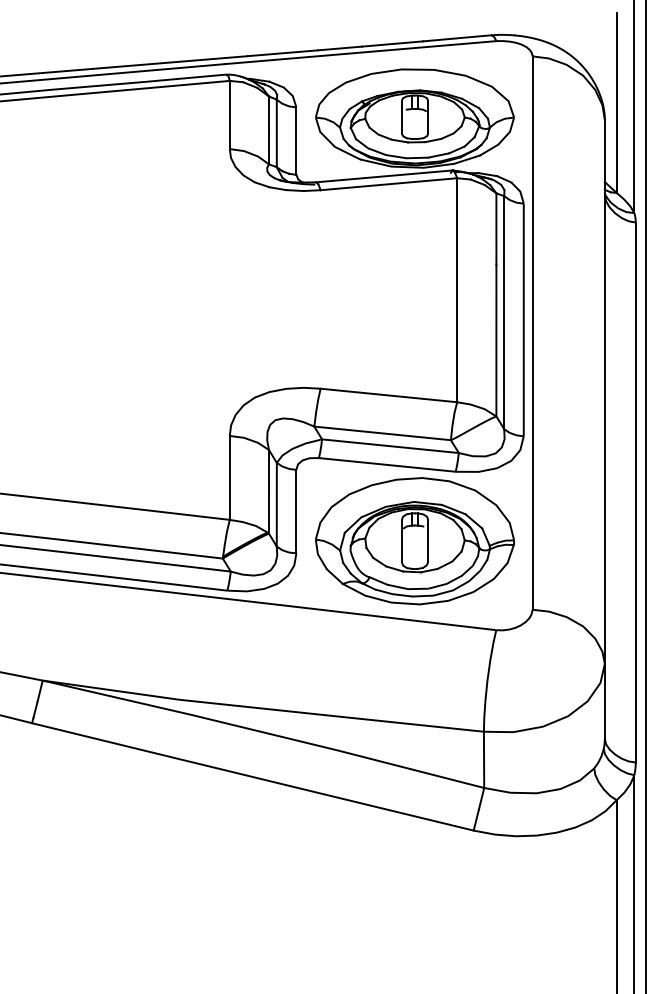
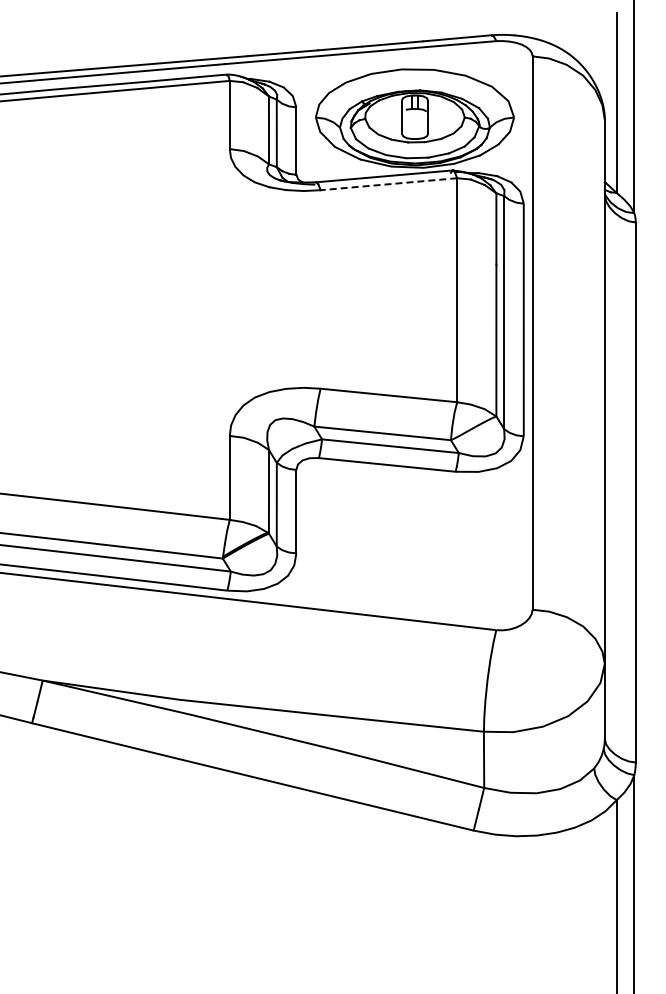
line at (388, 184): solid -> dashed
line at (646, 496): present -> none
part at (414, 541): present -> none
